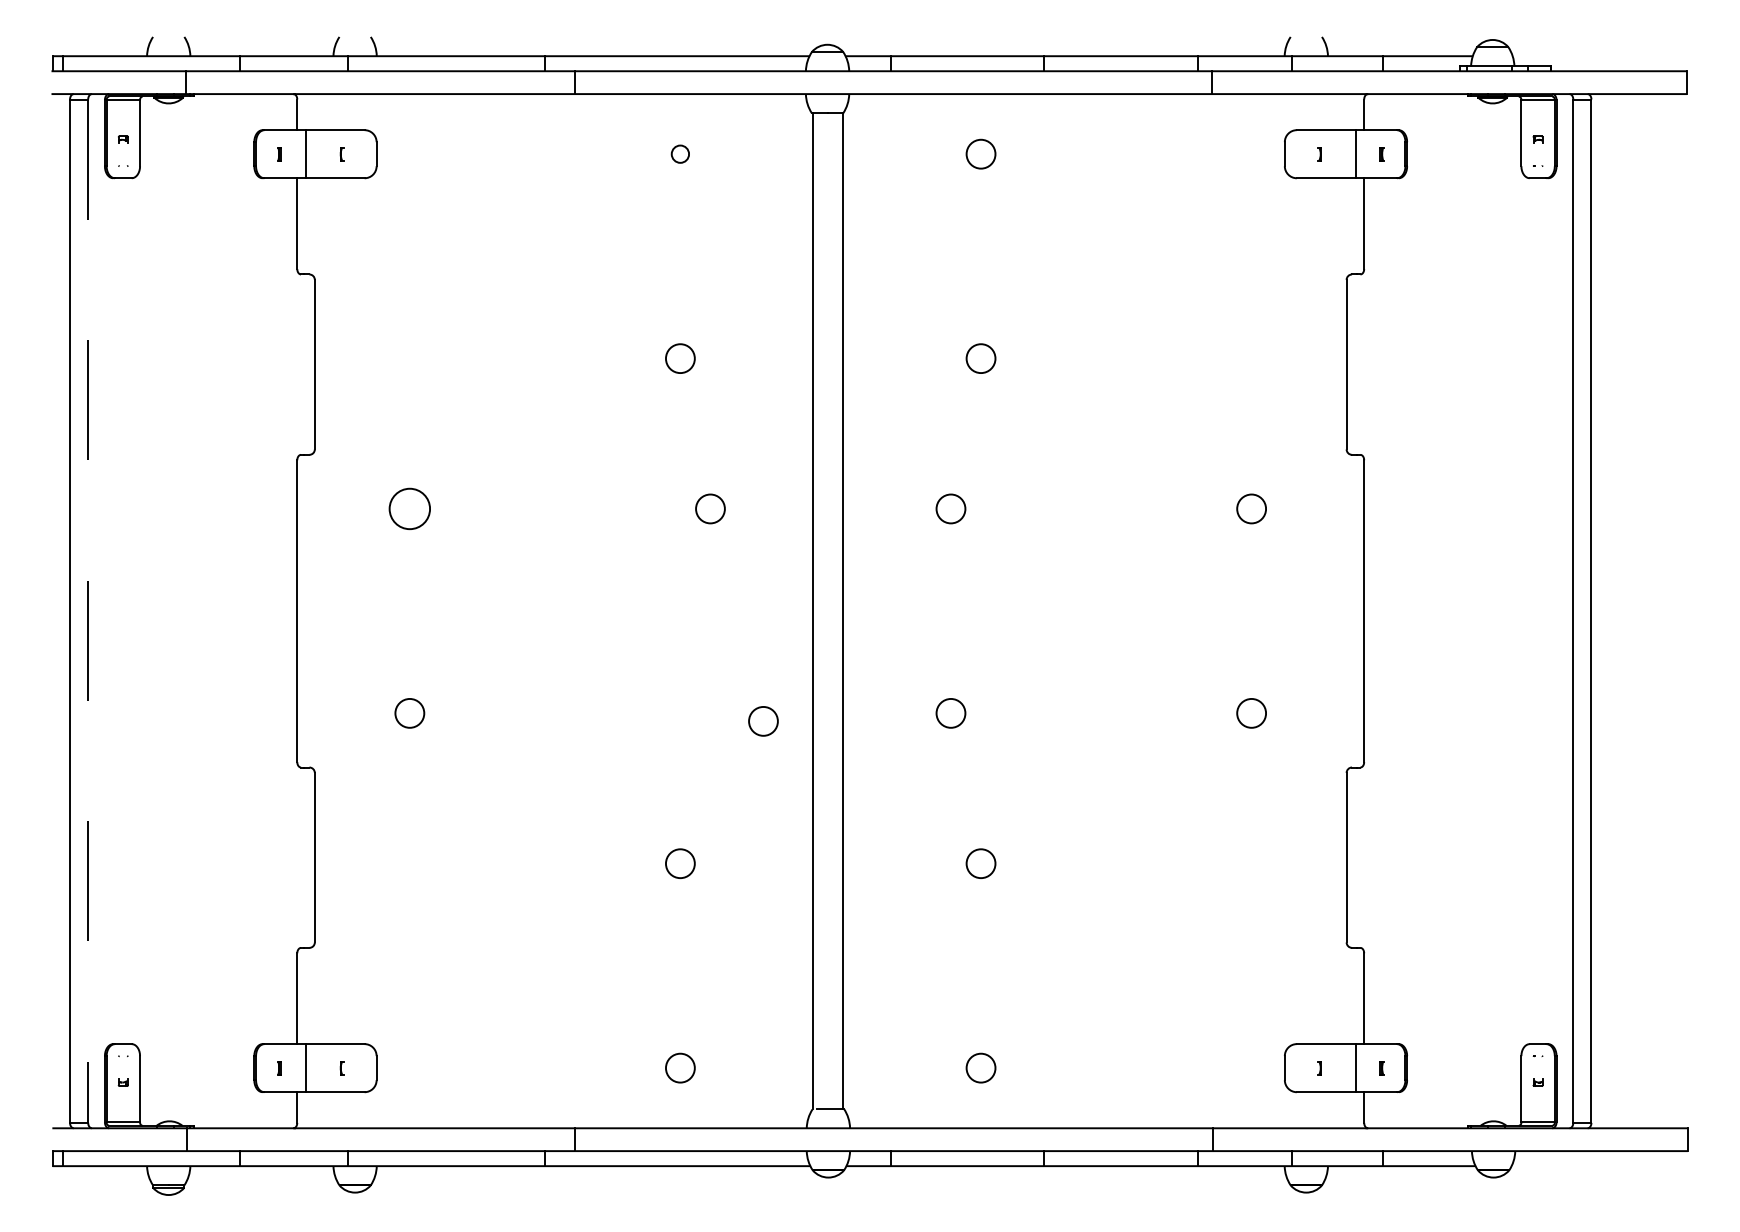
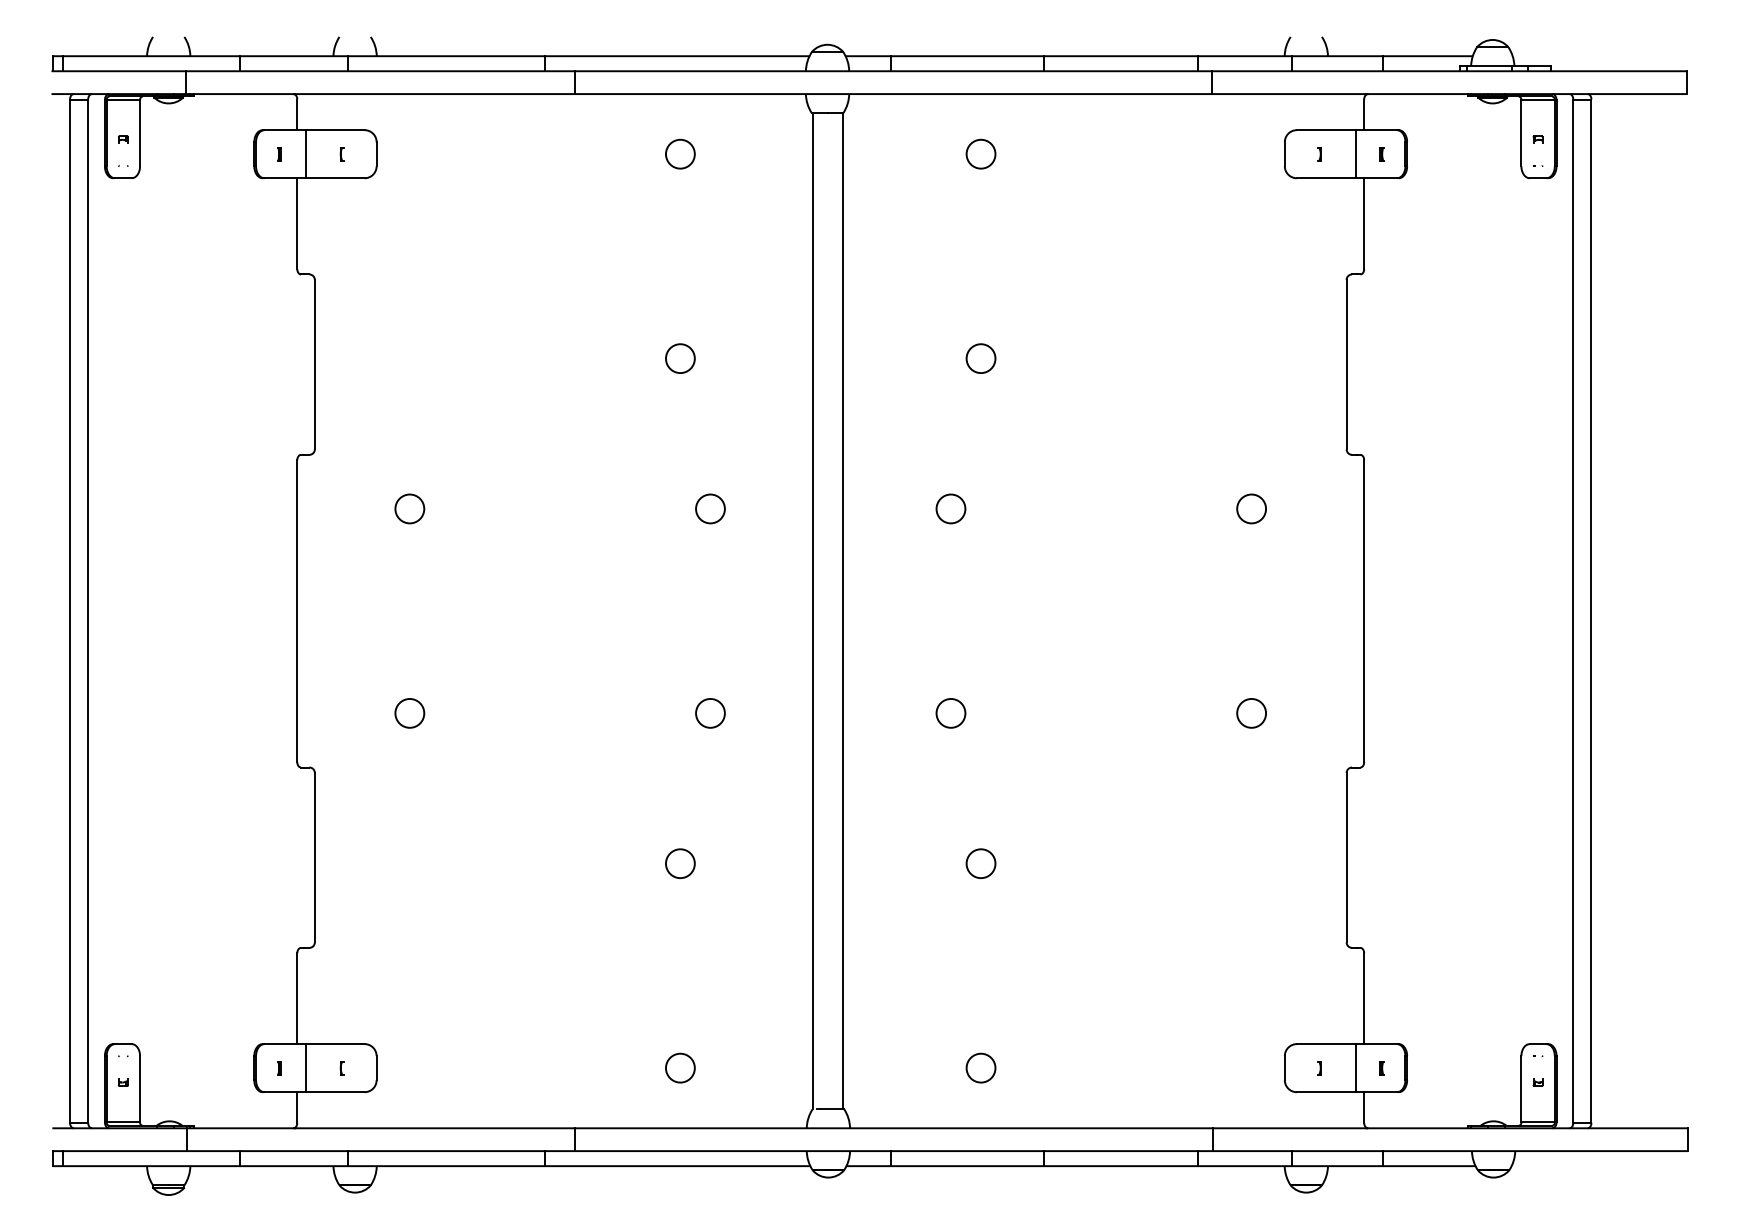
circle at (680, 153) diameter: 17 px -> 29 px
circle at (409, 508) diameter: 40 px -> 29 px
line at (88, 611): dashed -> solid
circle at (763, 721) position: (763, 721) -> (710, 713)
